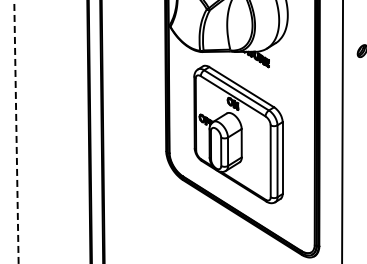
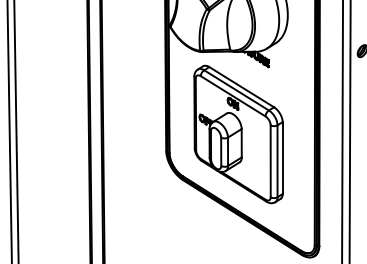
line at (9, 131): none -> present
line at (349, 131): none -> present
line at (16, 132): dashed -> solid
